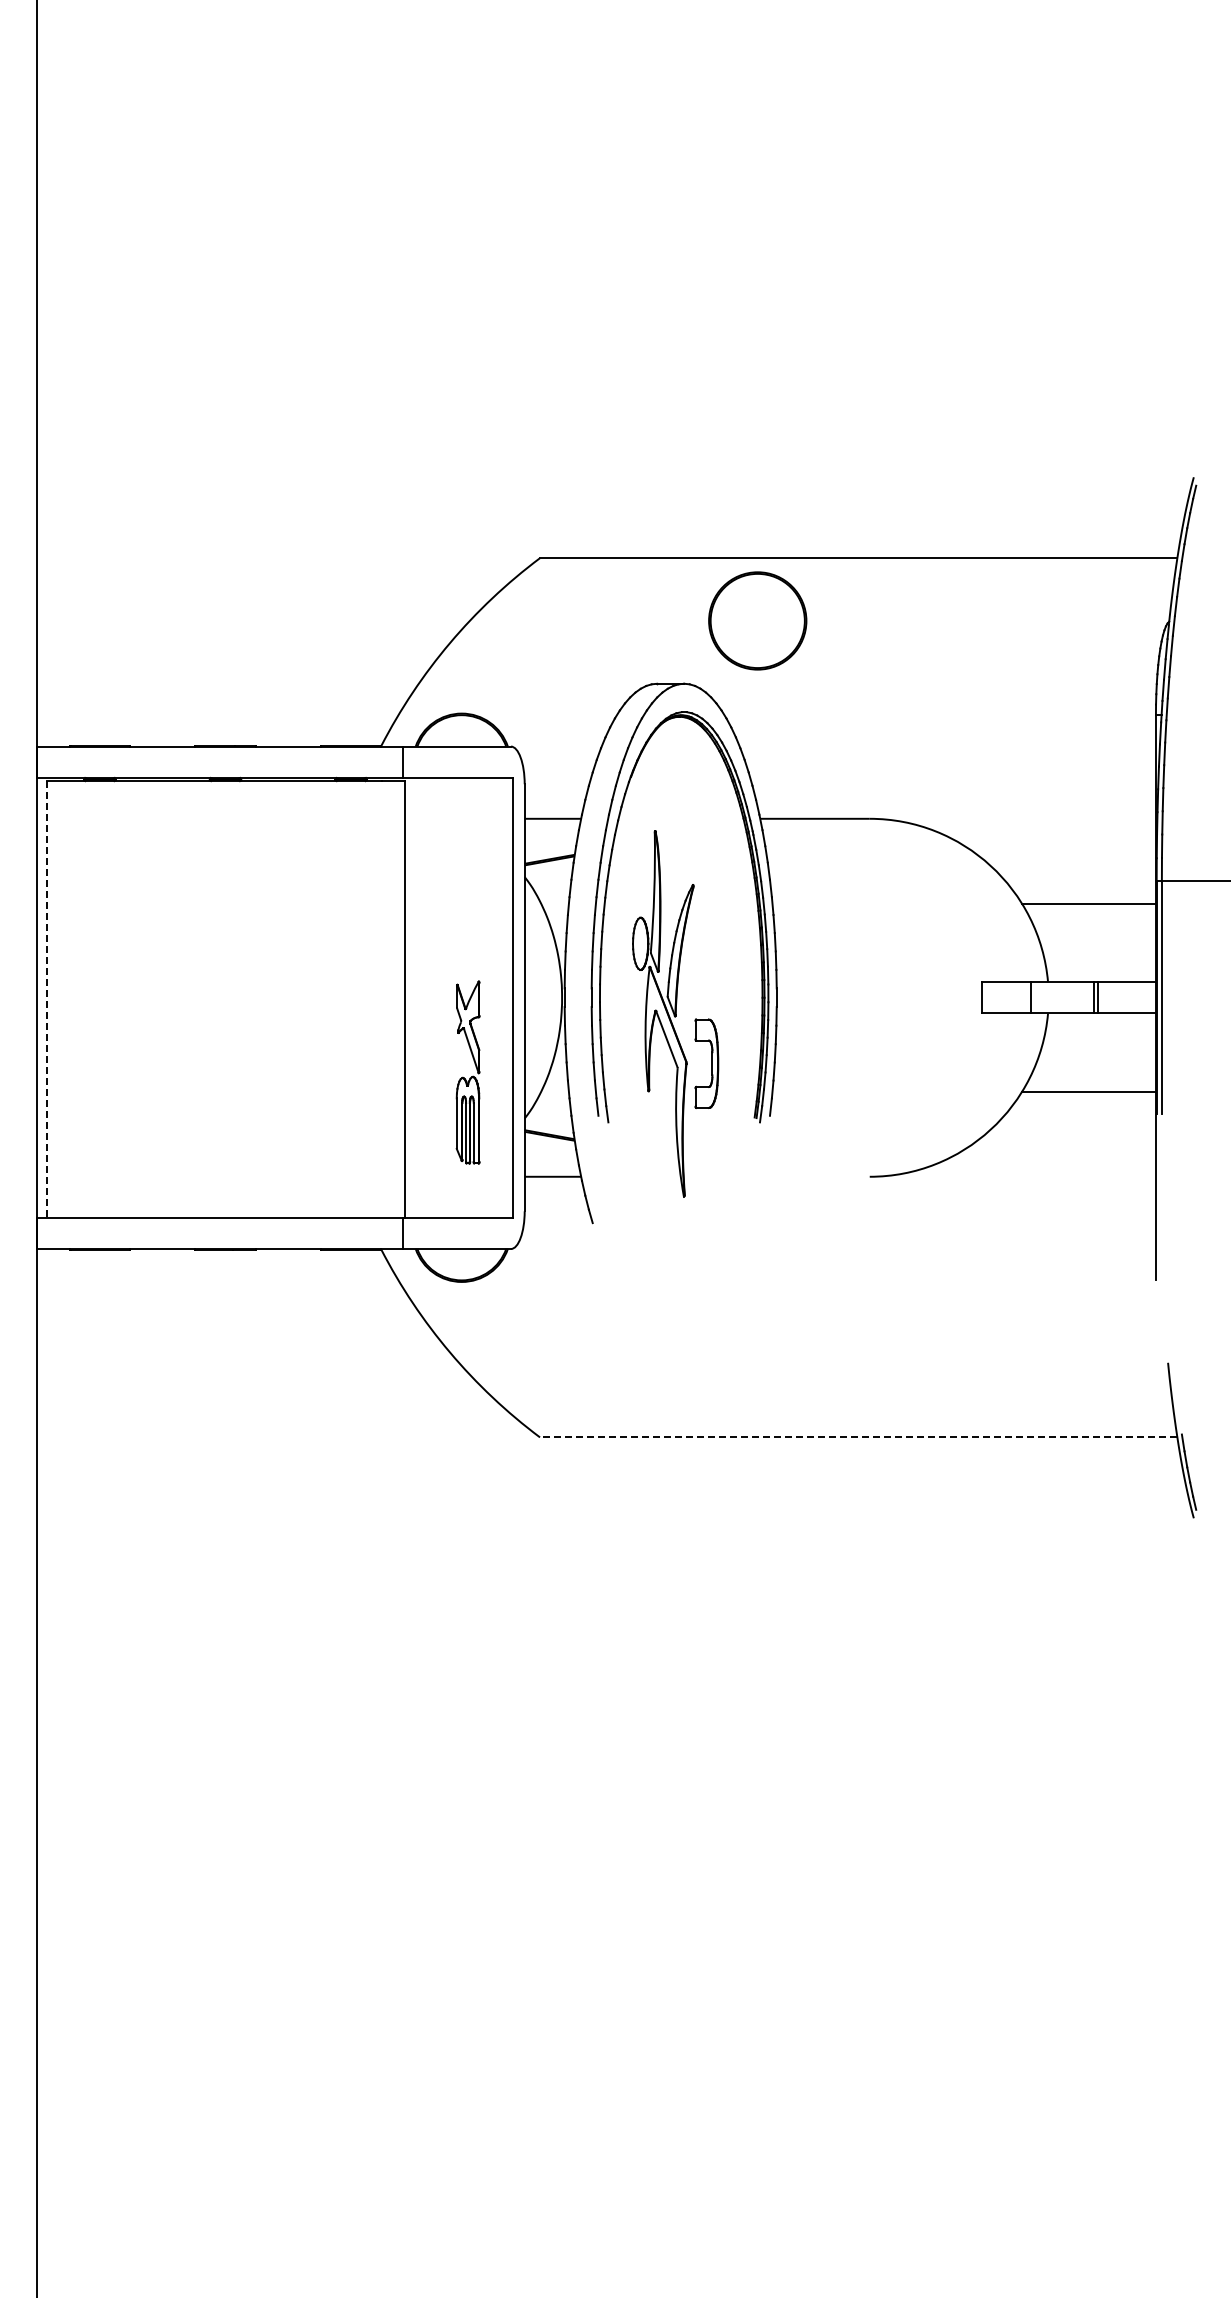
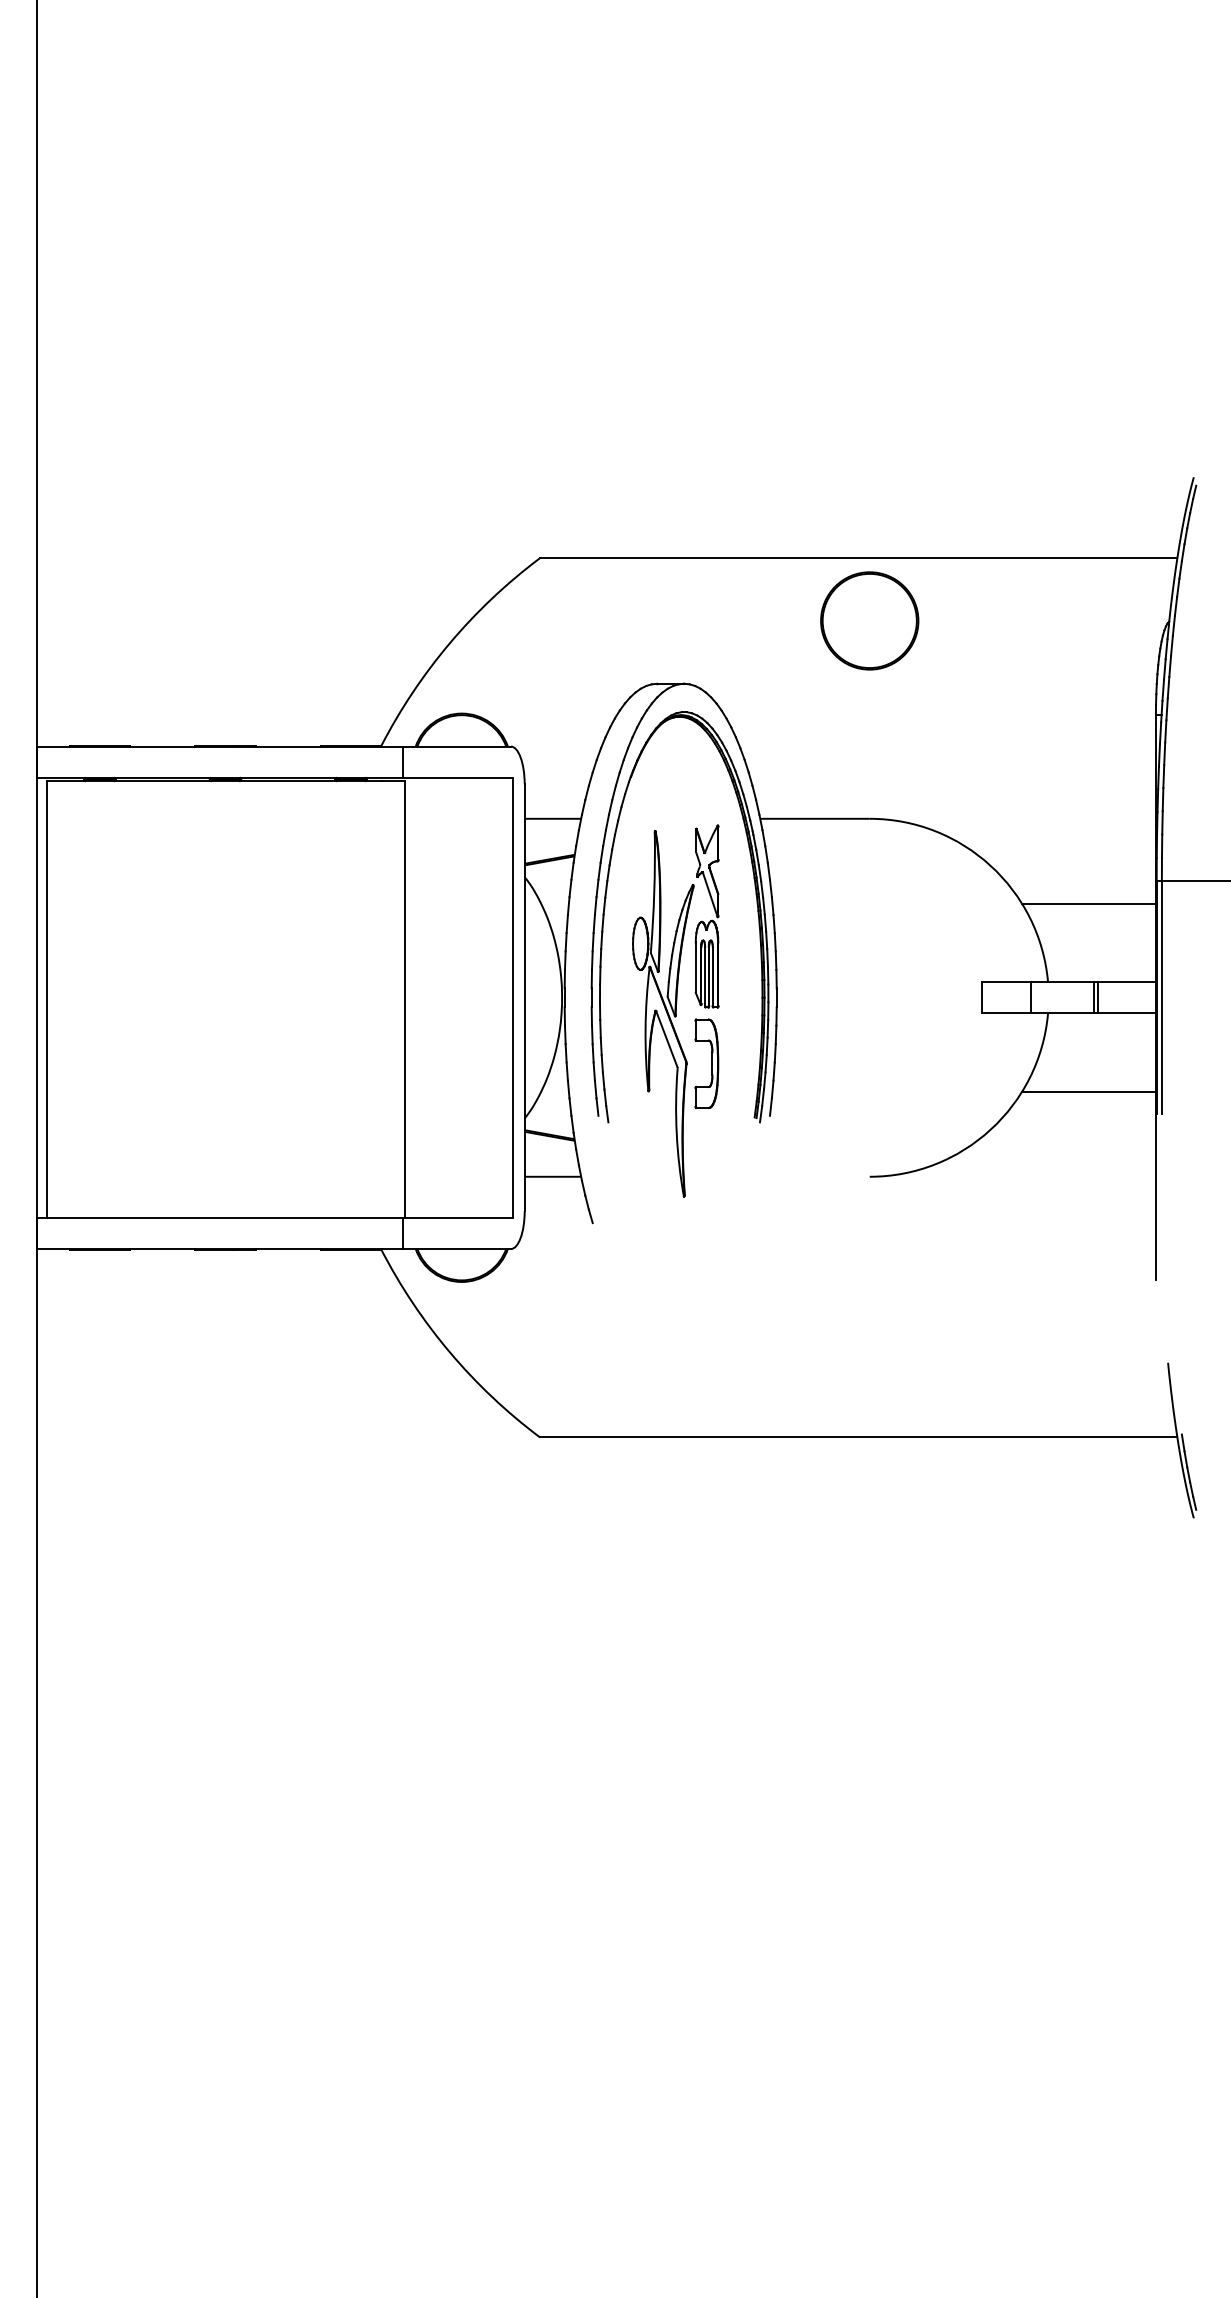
part at (757, 620) position: (757, 620) -> (869, 620)
line at (46, 999): dashed -> solid
part at (467, 1072) position: (467, 1072) -> (706, 916)
line at (858, 1437): dashed -> solid
